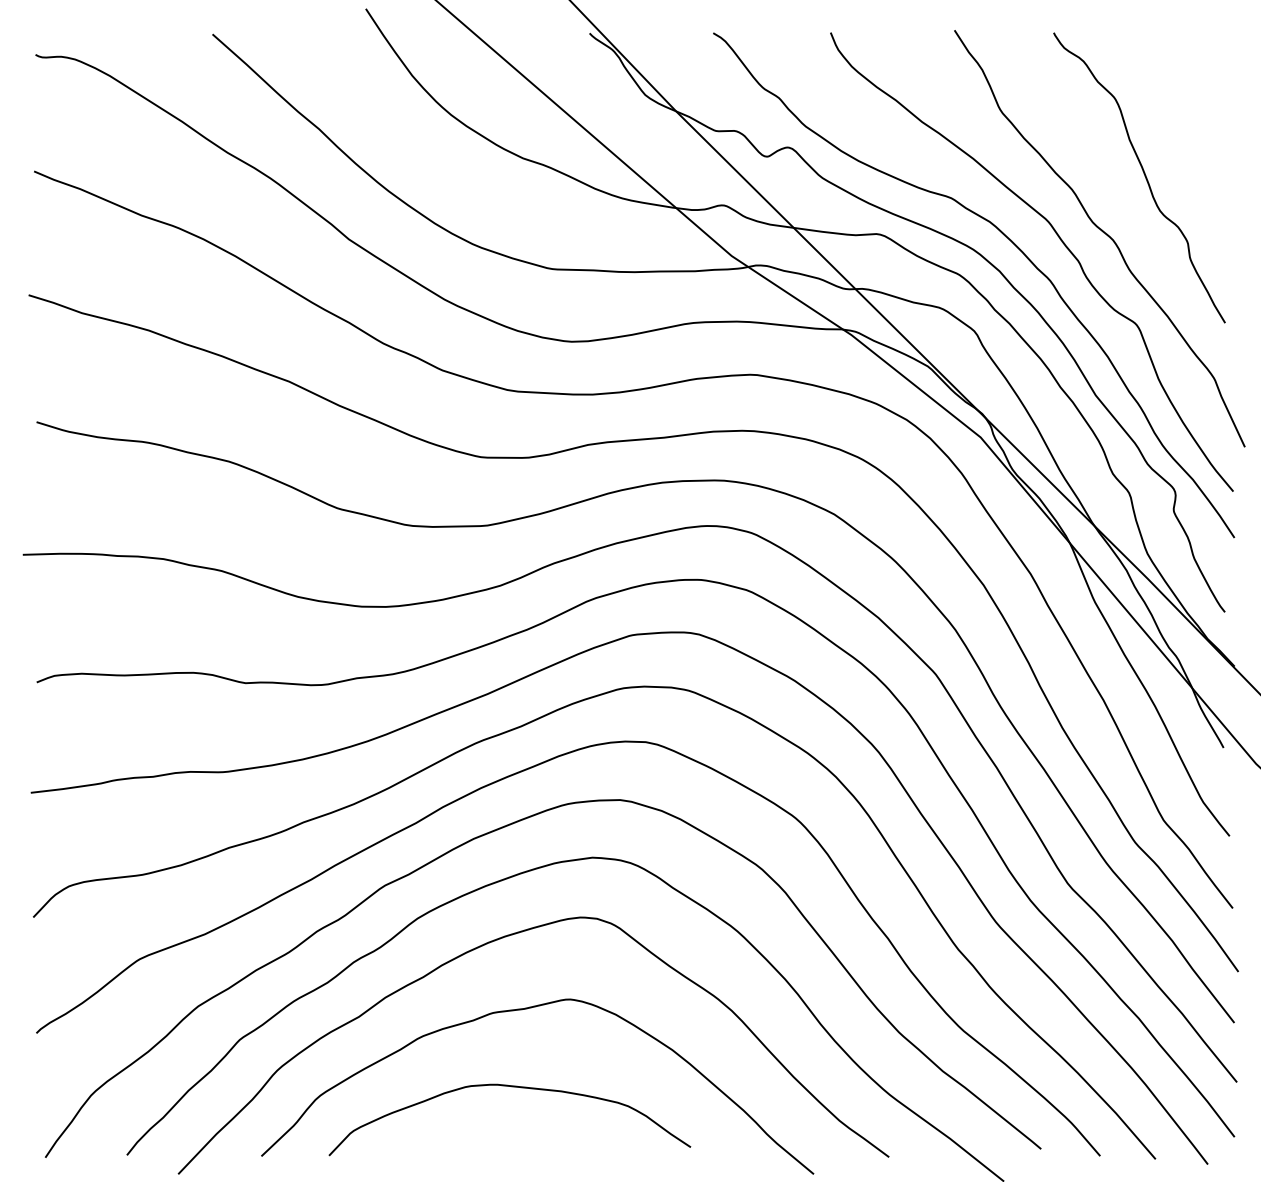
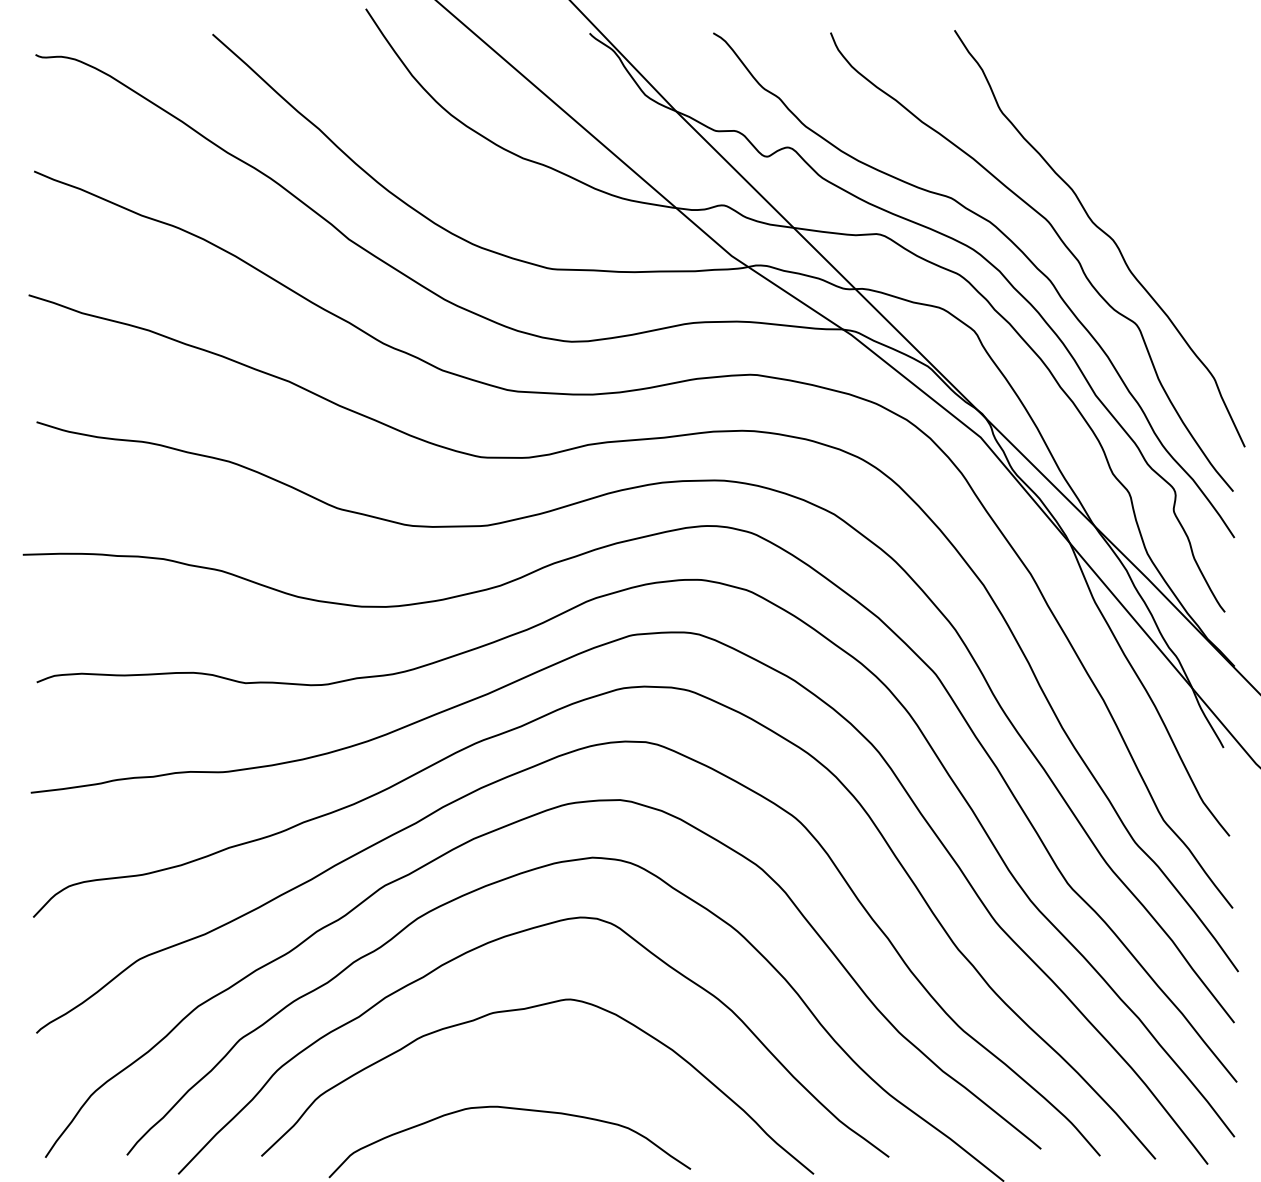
curve at (1144, 176): present -> none
curve at (511, 1087) position: (511, 1087) -> (511, 1109)
